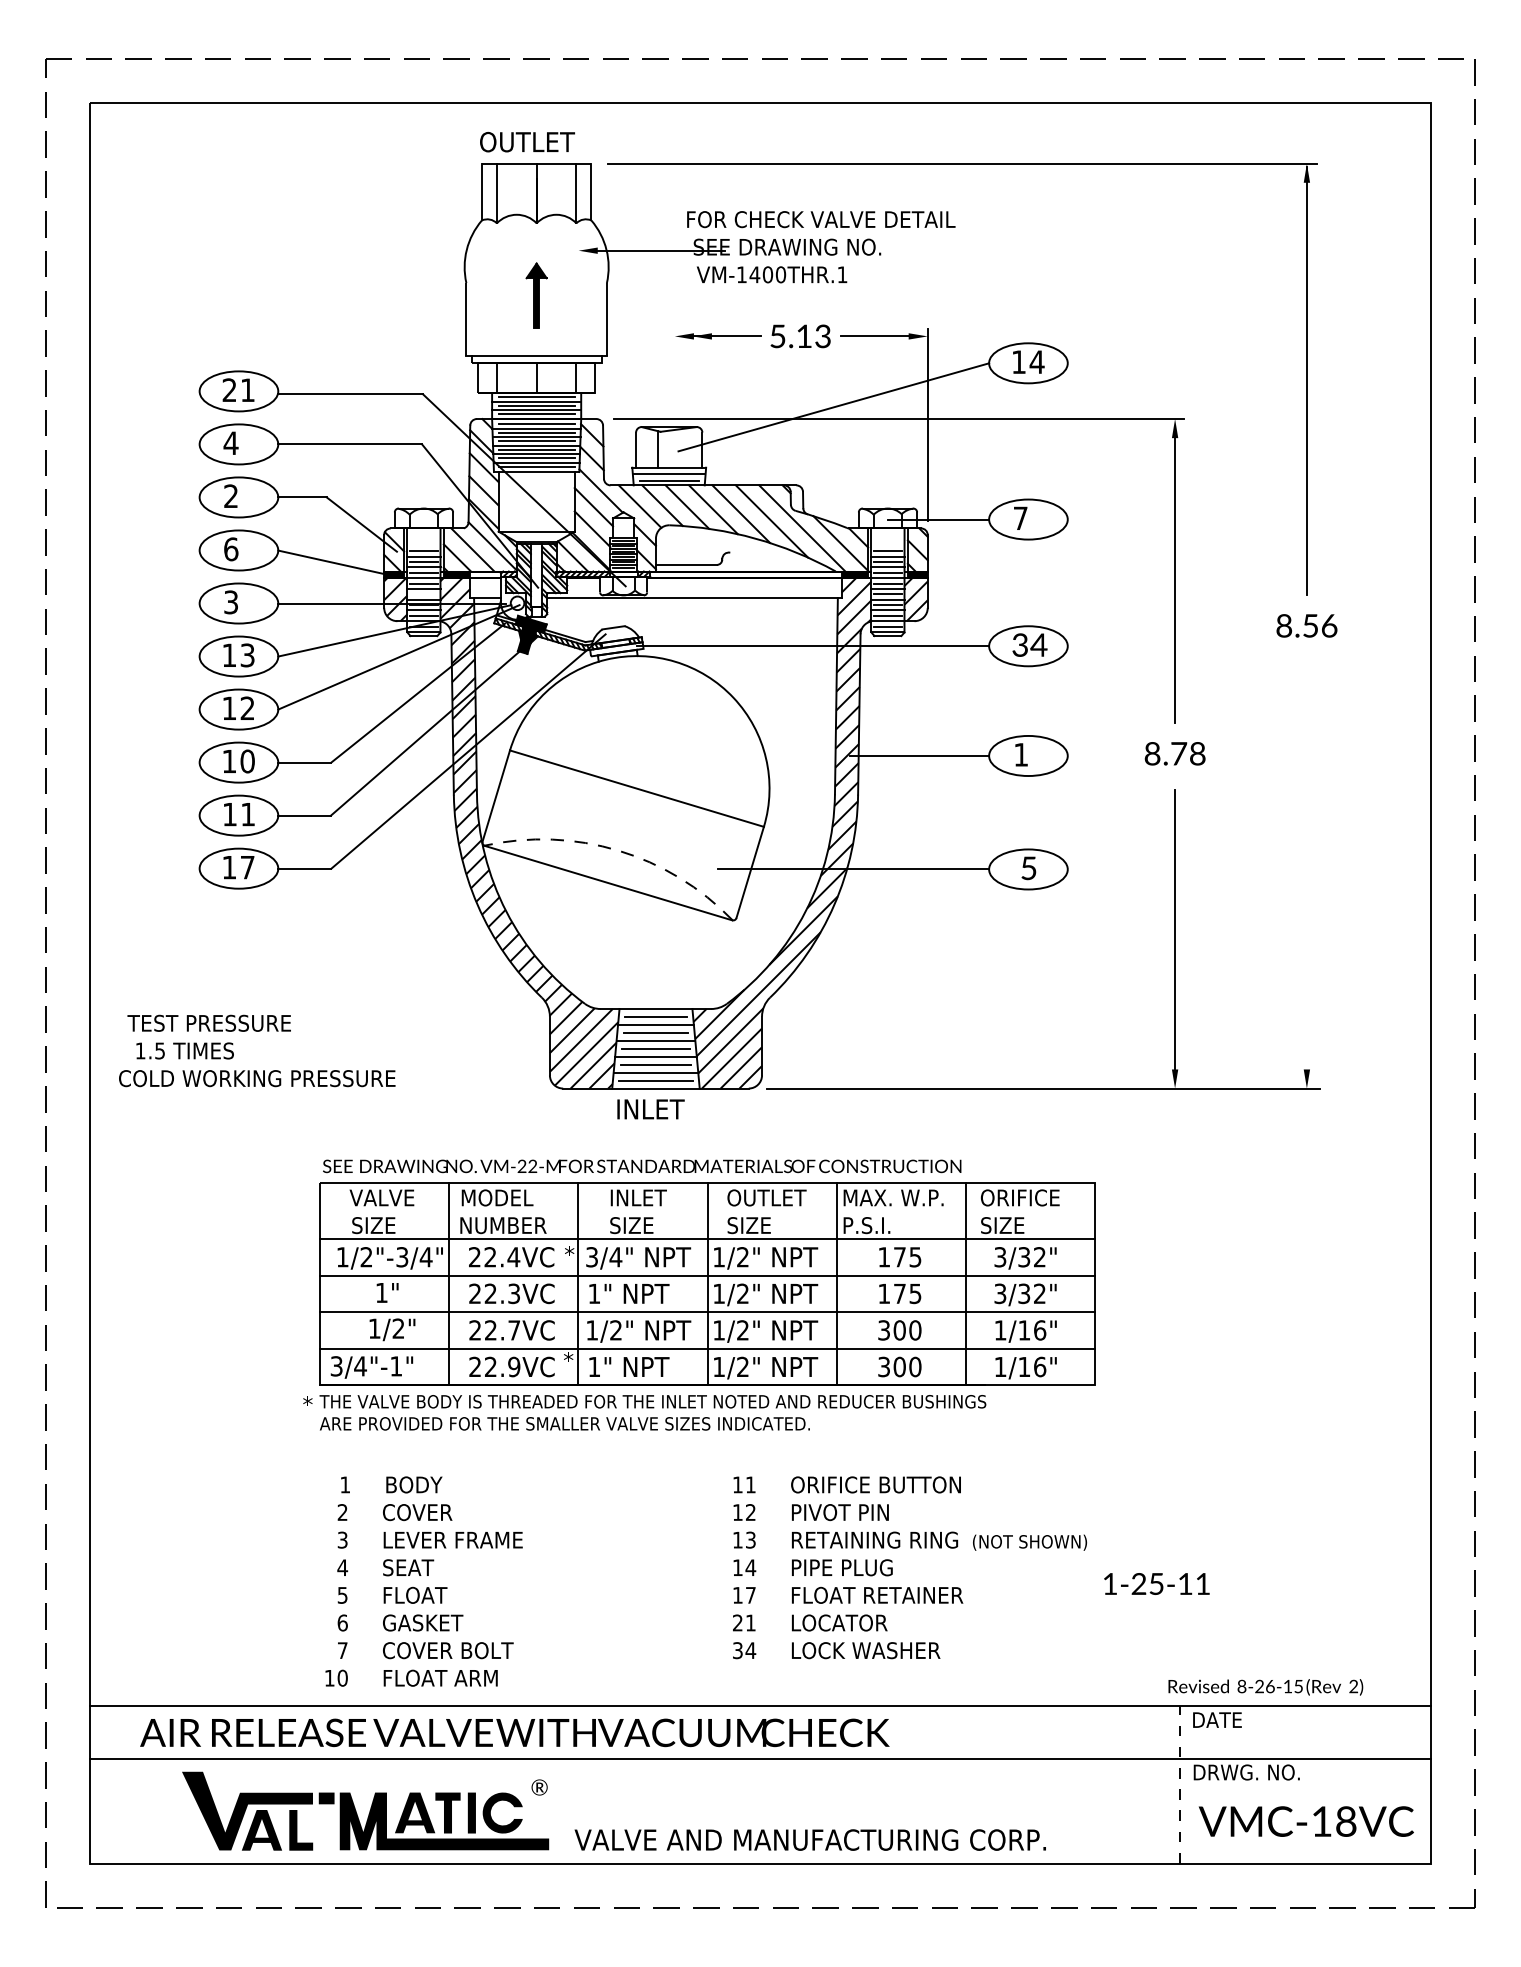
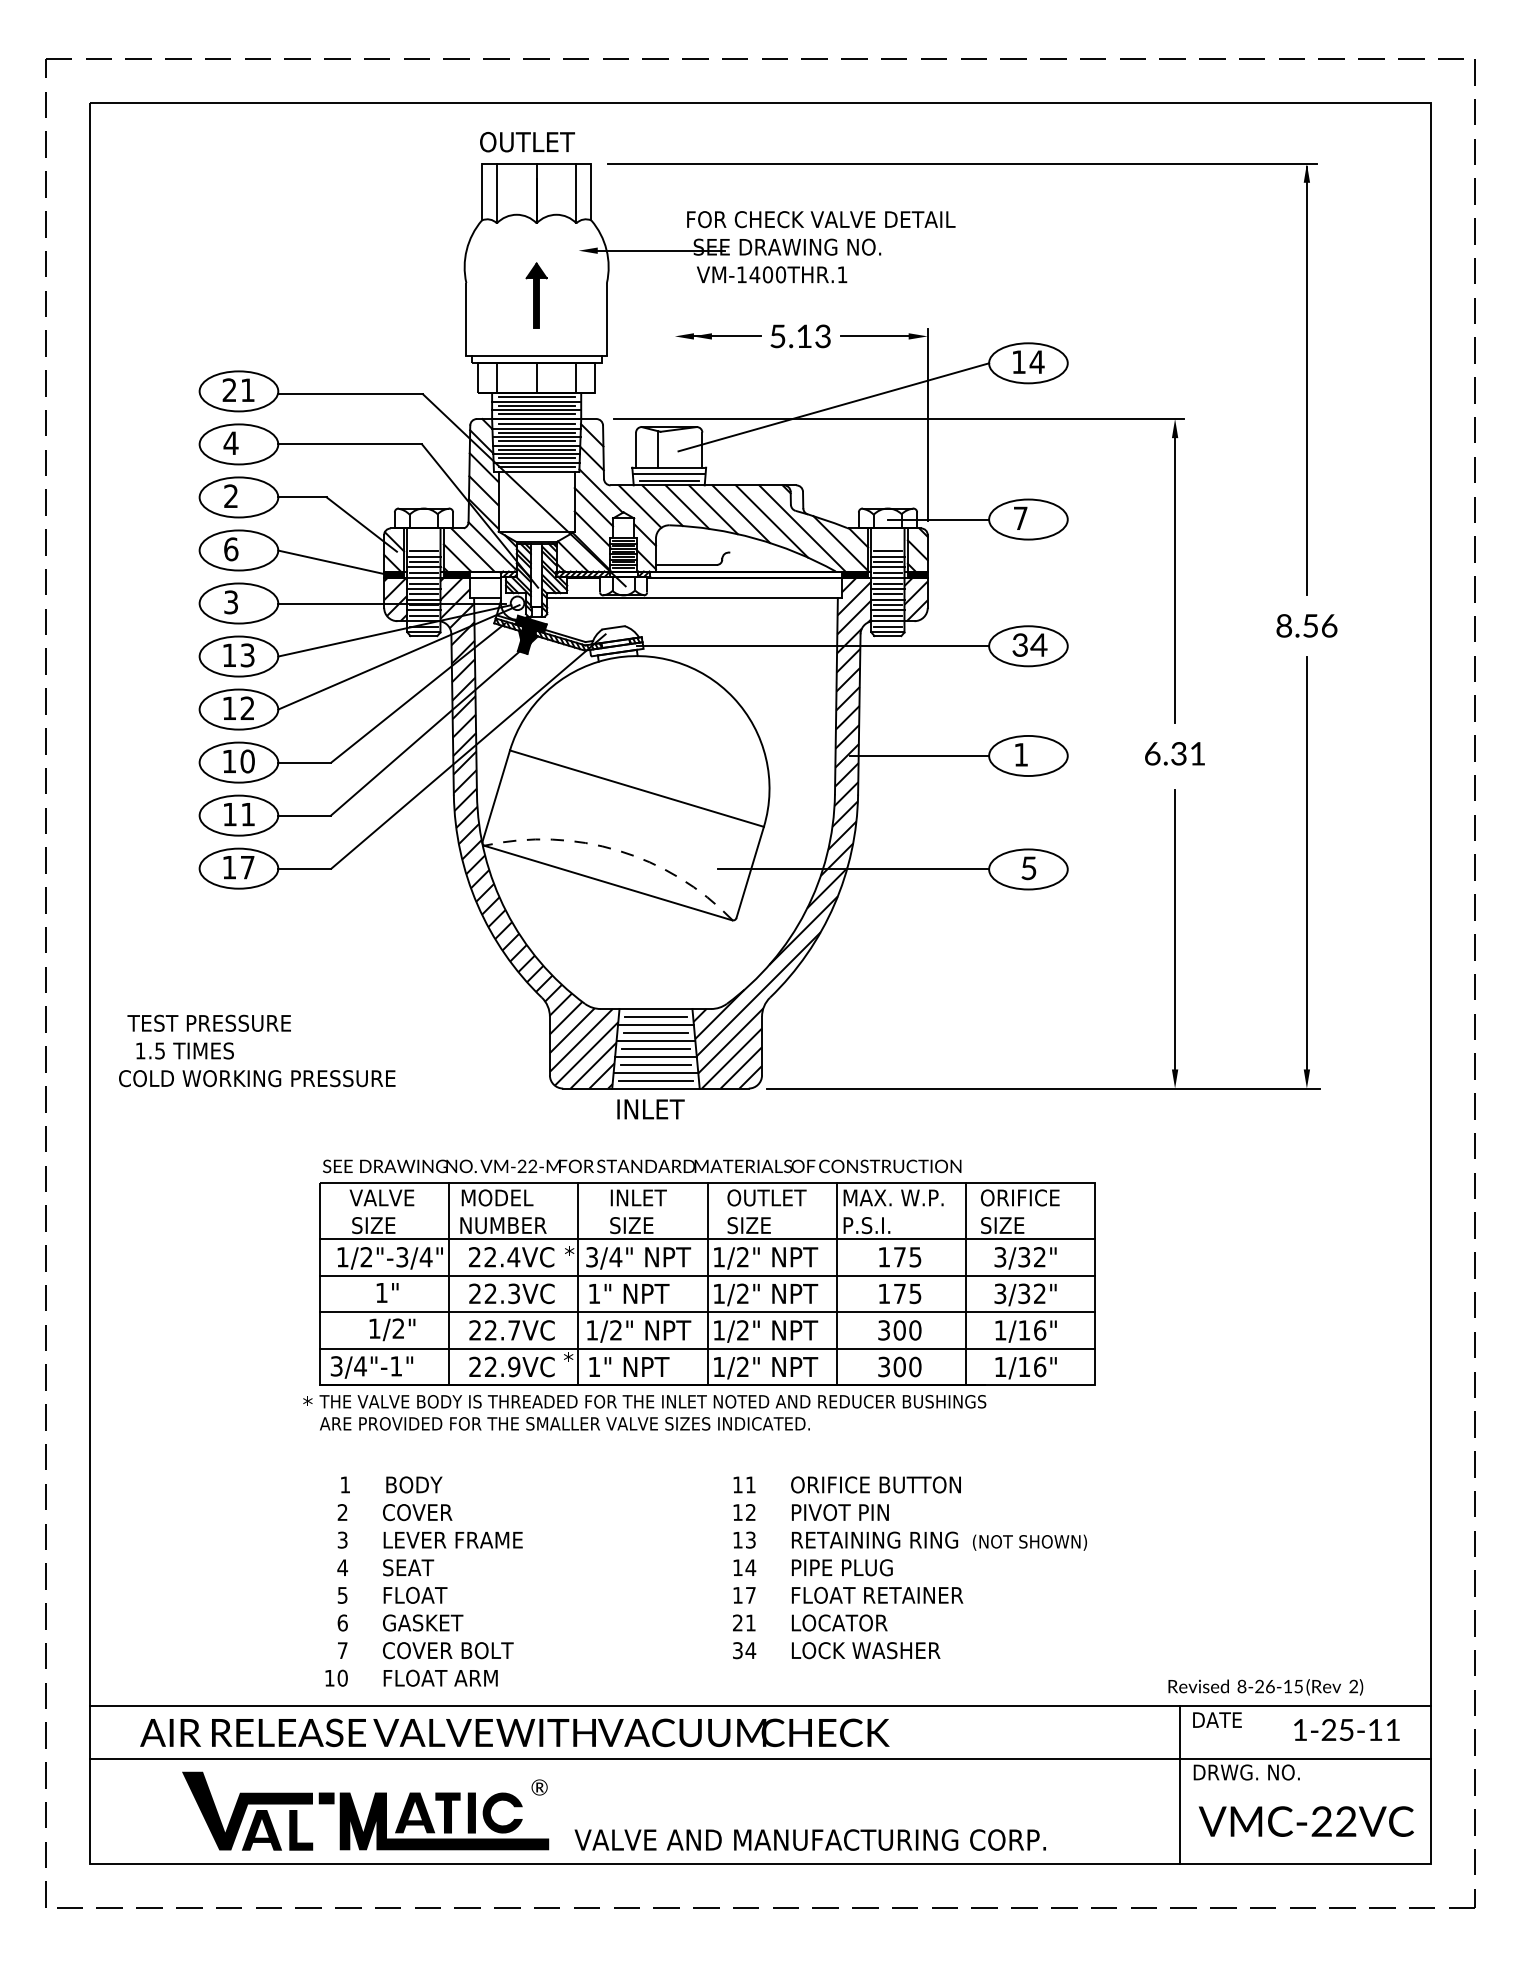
line at (423, 594): none -> present
text at (1174, 753): 8.78 -> 6.31
line at (1306, 863): none -> present
text at (1156, 1583) position: (1156, 1583) -> (1346, 1729)
line at (1180, 1784): dashed -> solid
text at (1333, 1821): VMC-18VC -> VMC-22VC
